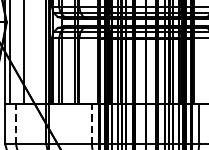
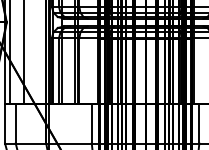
line at (15, 123): dashed -> solid
line at (91, 123): dashed -> solid
